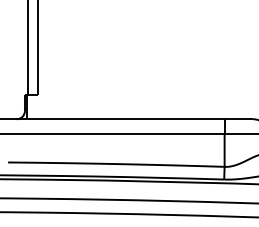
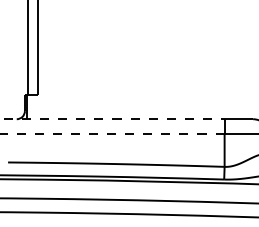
line at (112, 119): solid -> dashed
line at (111, 134): solid -> dashed
